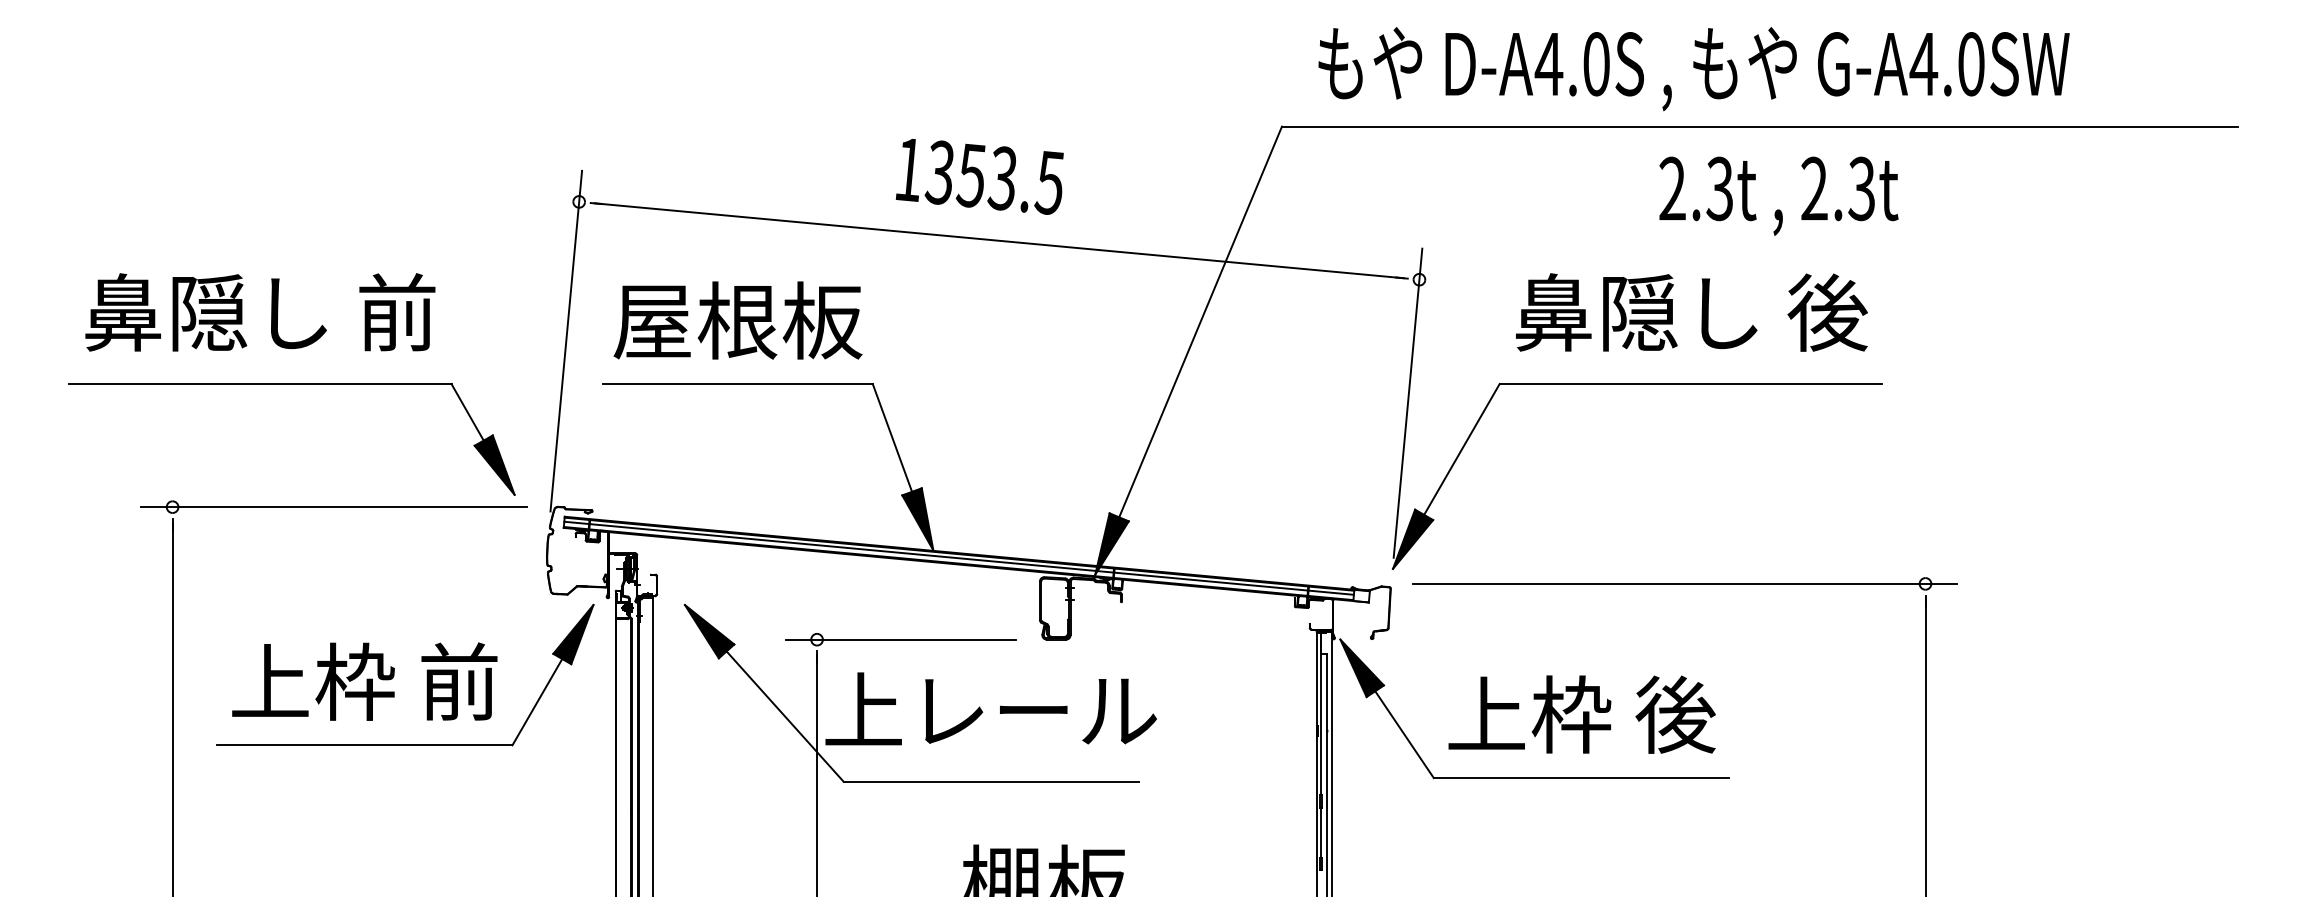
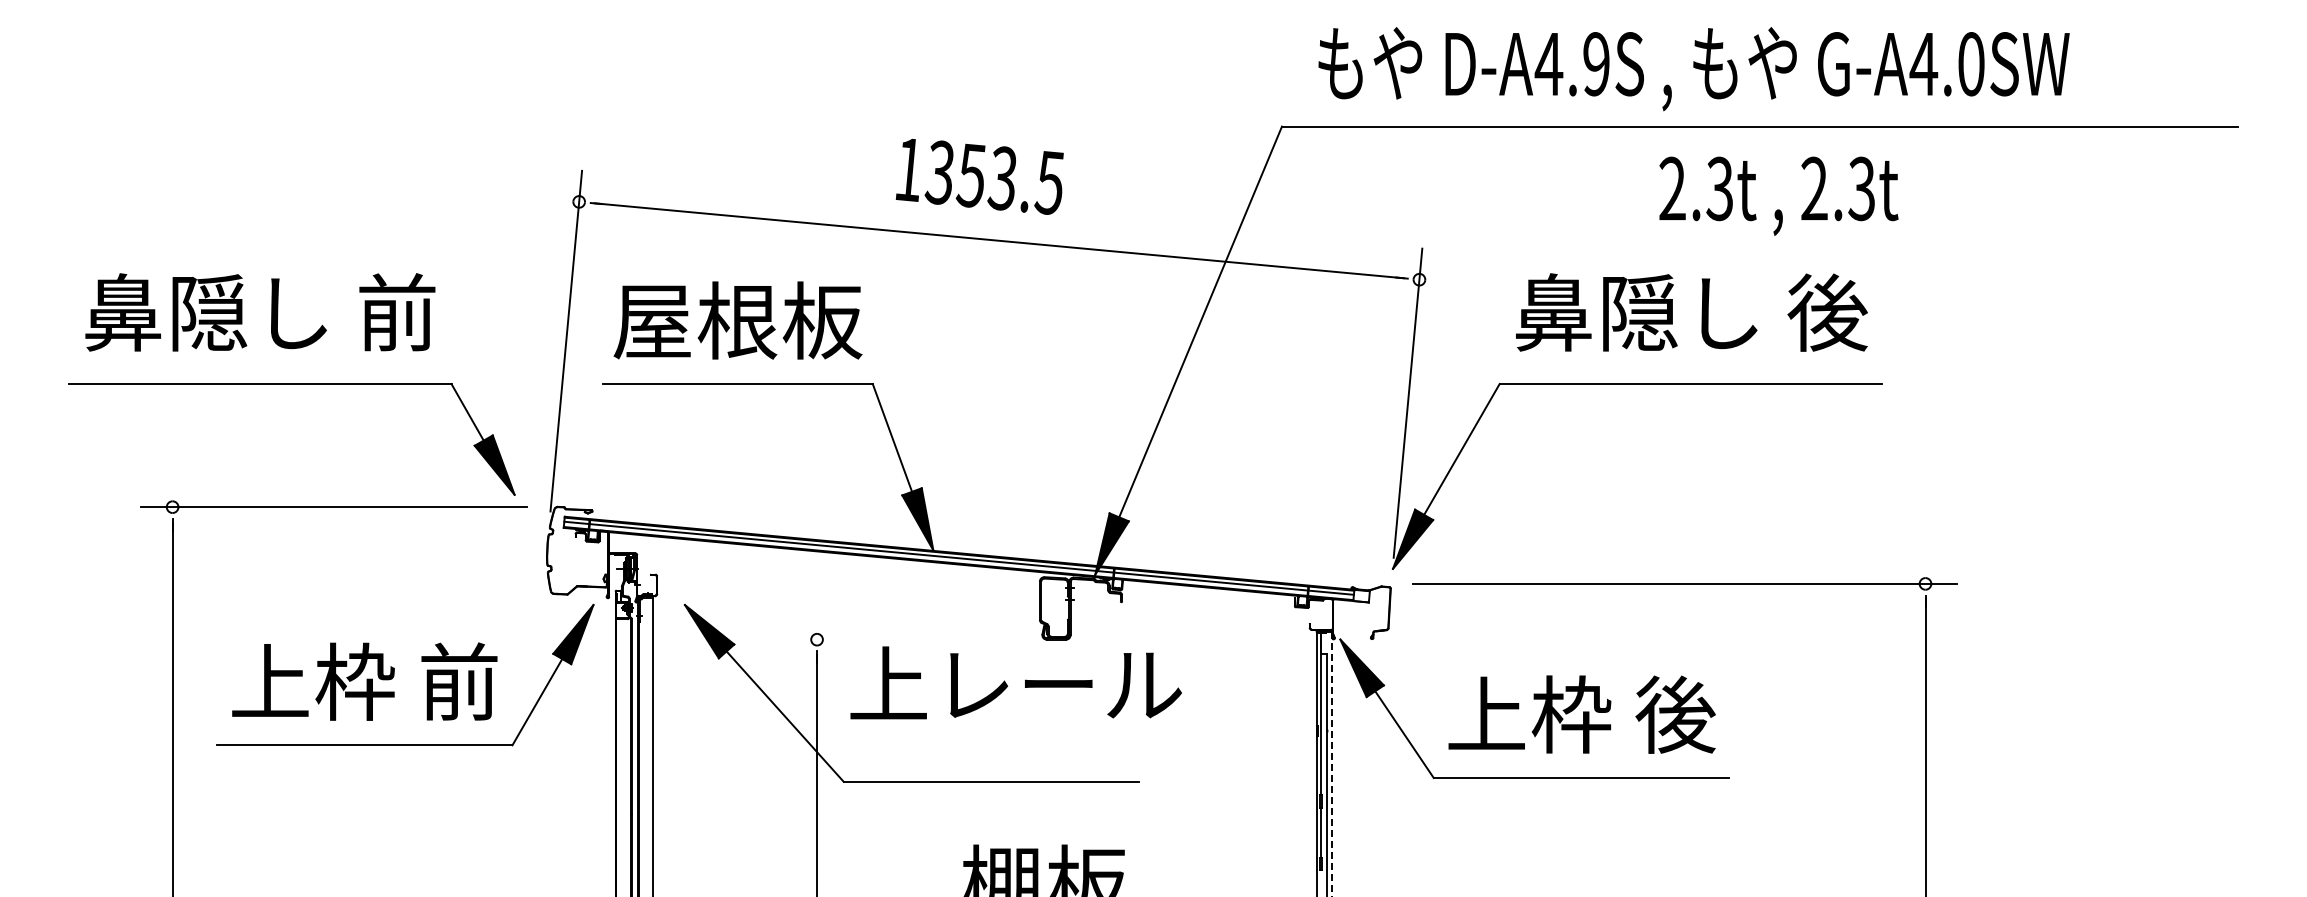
text at (1596, 64): D-A4.0S -> D-A4.9S
line at (900, 639): present -> none
text at (990, 708) position: (990, 708) -> (1015, 682)
line at (1332, 764): solid -> dashed
